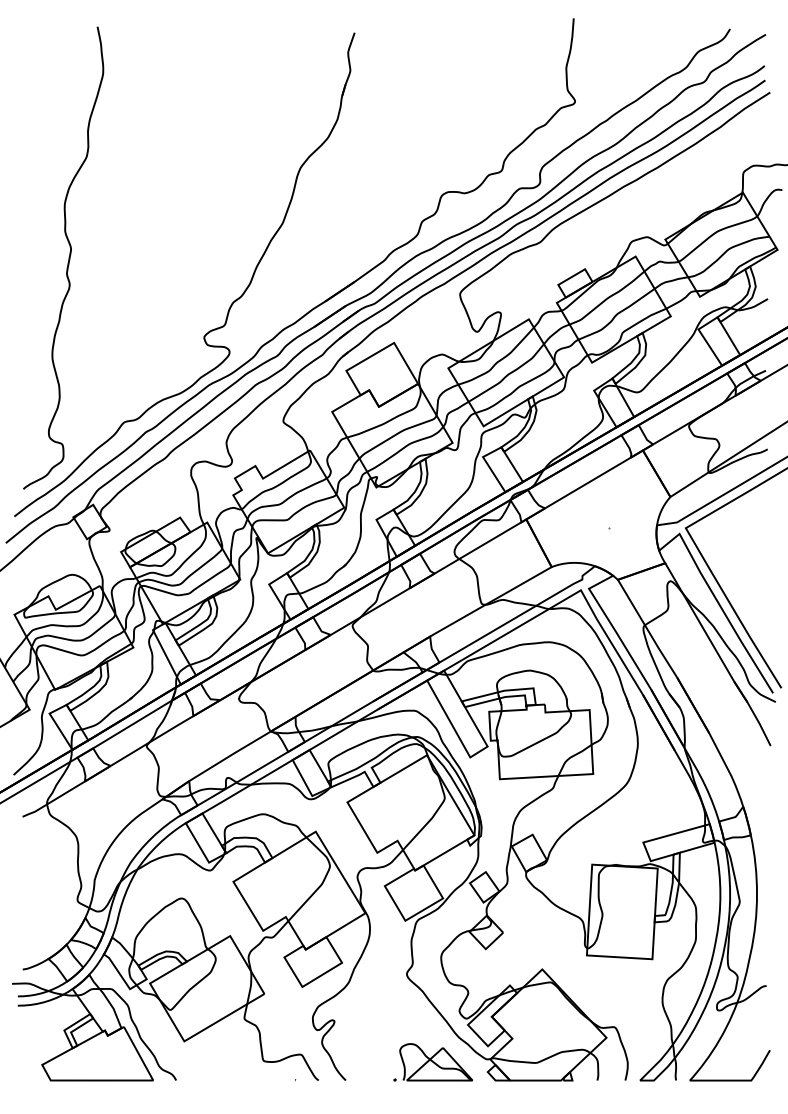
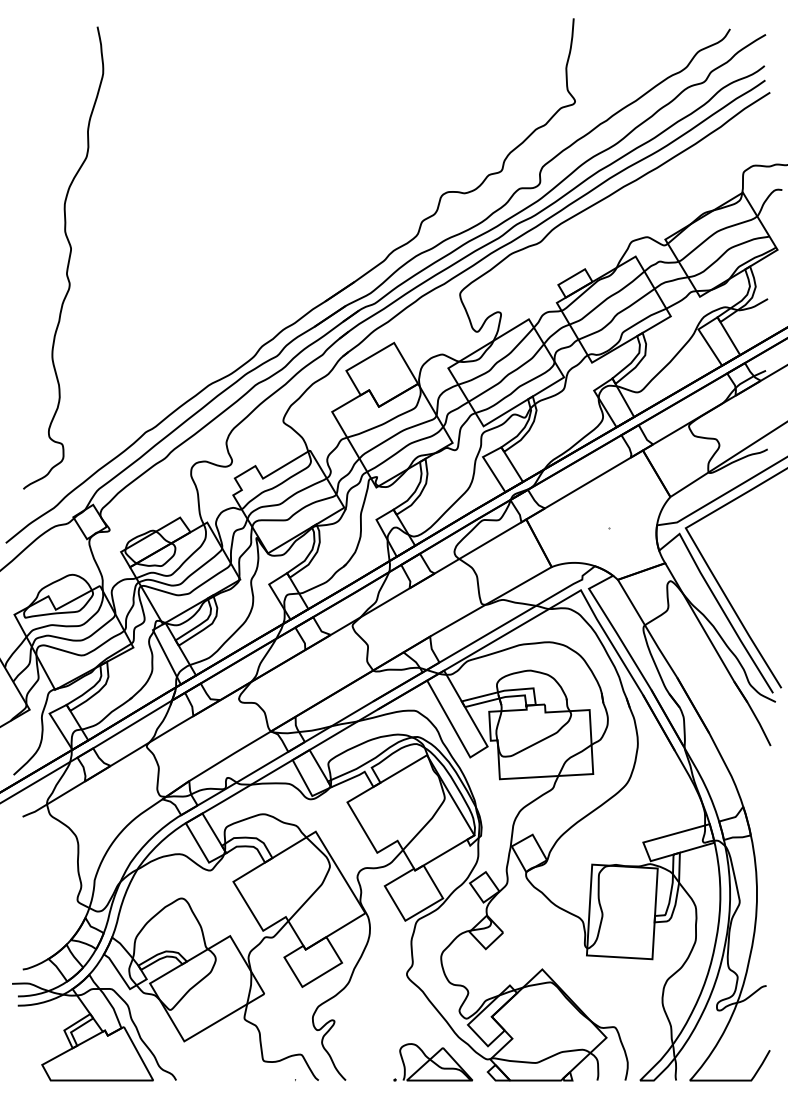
part at (229, 306): present -> none
